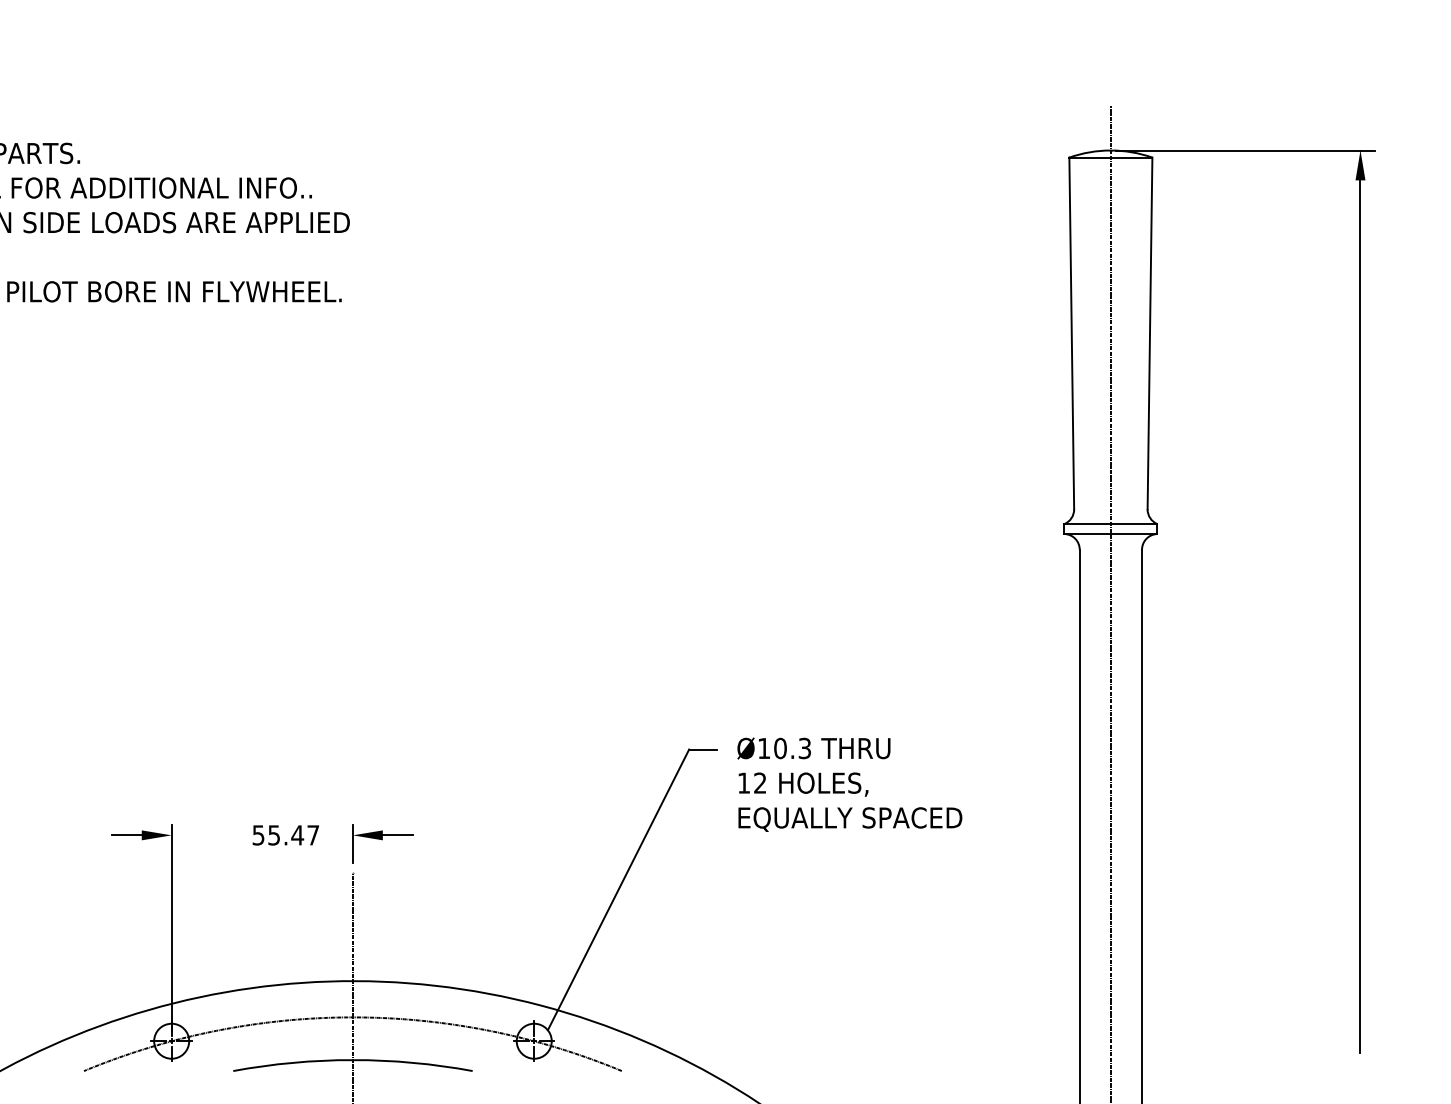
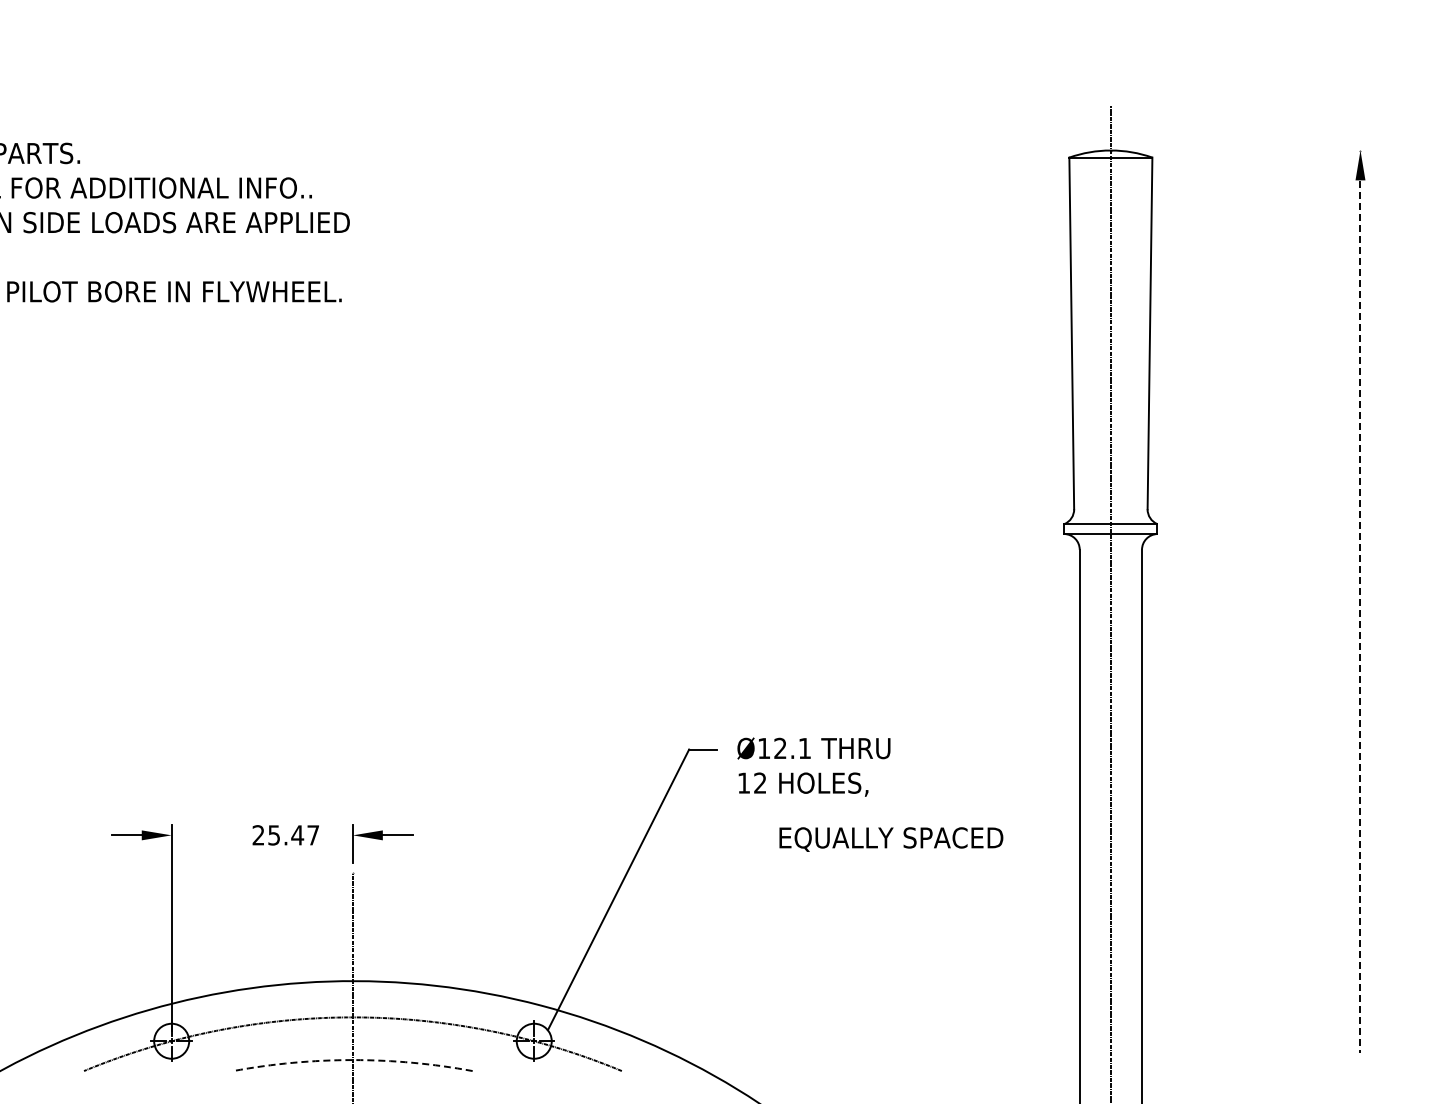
line at (1245, 150): present -> none
line at (1360, 612): solid -> dashed
text at (792, 748): Ø10.3 -> Ø12.1
text at (850, 819) position: (850, 819) -> (891, 839)
text at (258, 835): 55.47 -> 25.47
arc at (352, 1060): solid -> dashed
